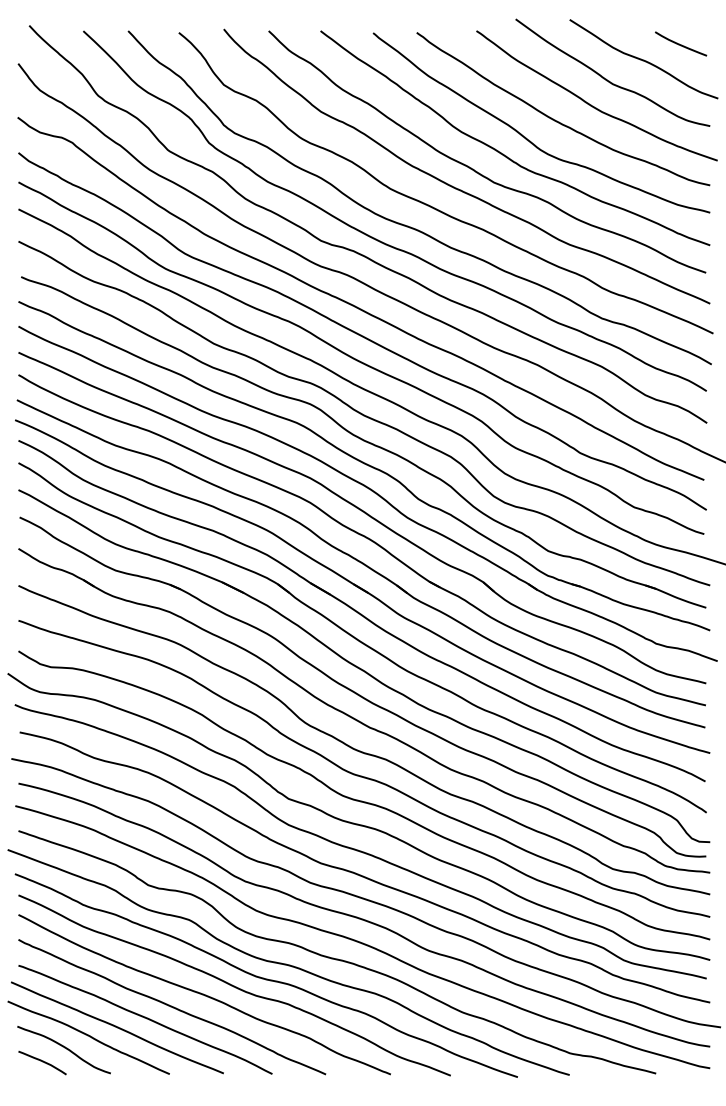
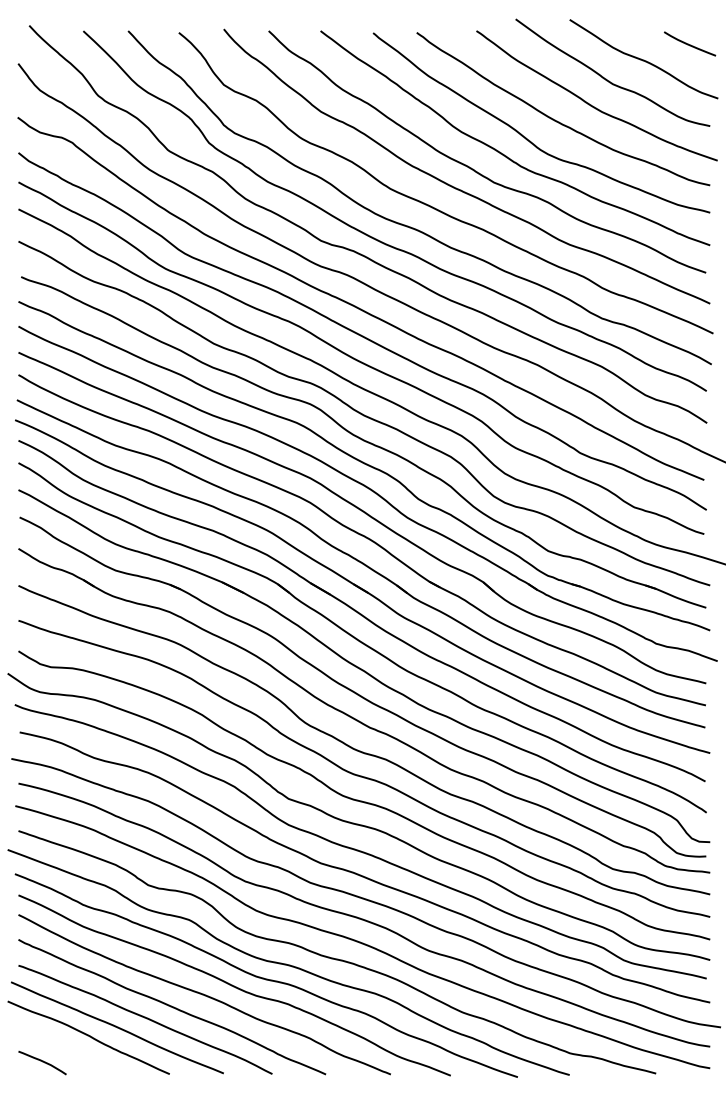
curve at (681, 44) position: (681, 44) -> (690, 44)
curve at (64, 1048): present -> none
